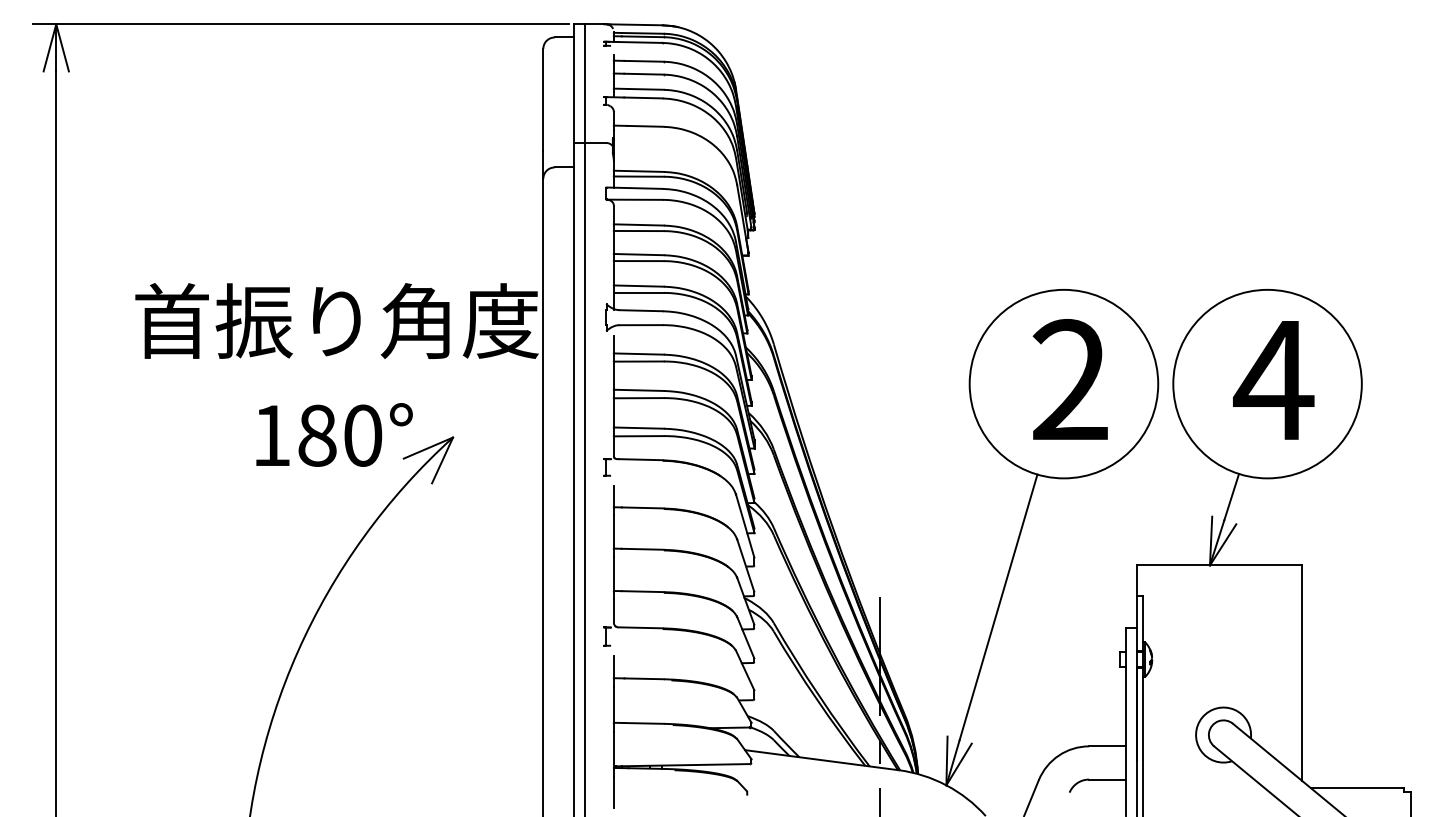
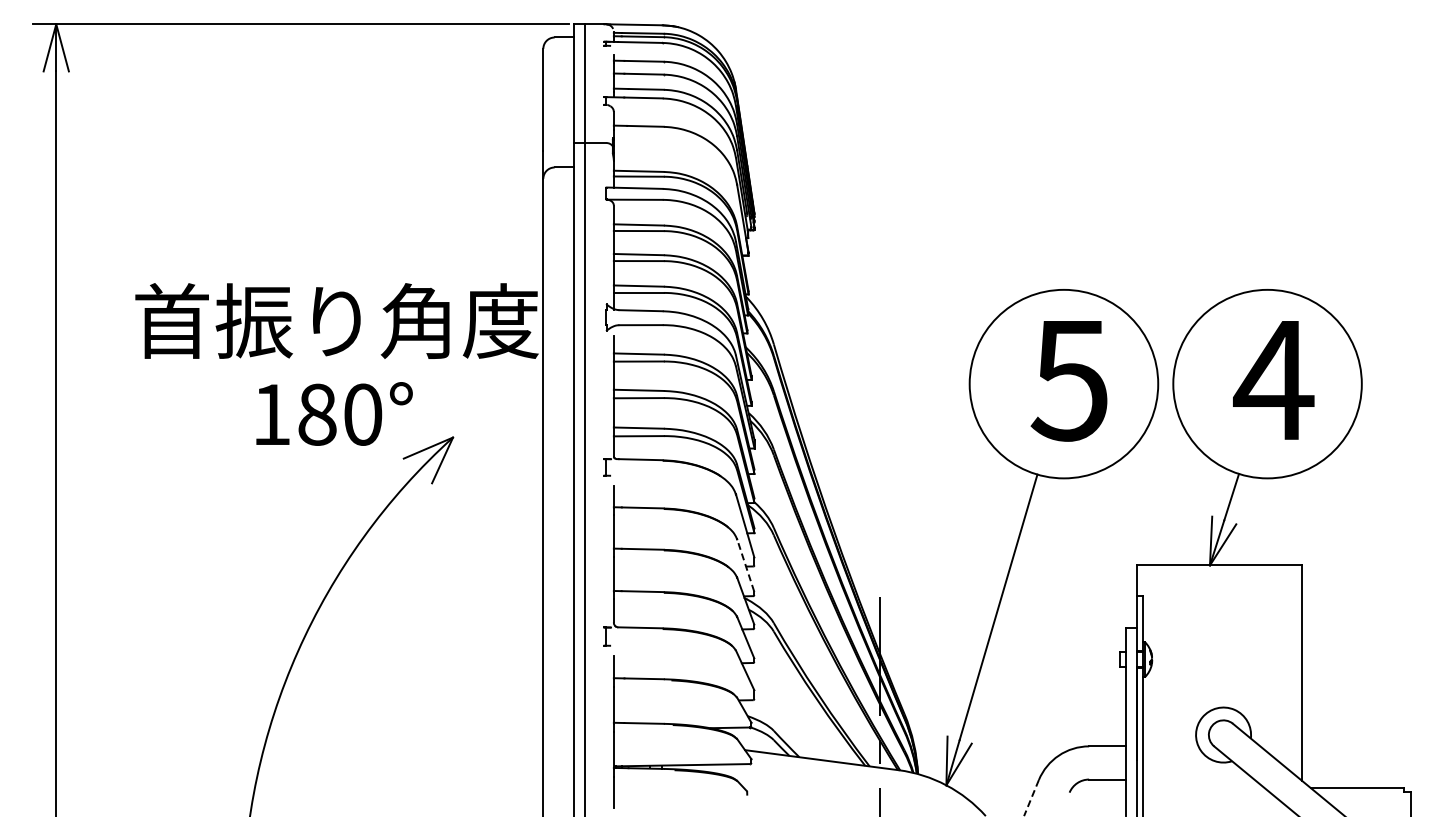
text at (1068, 380): 2 -> 5
text at (334, 434) position: (334, 434) -> (334, 413)
line at (745, 565): solid -> dashed
line at (1031, 798): solid -> dashed
